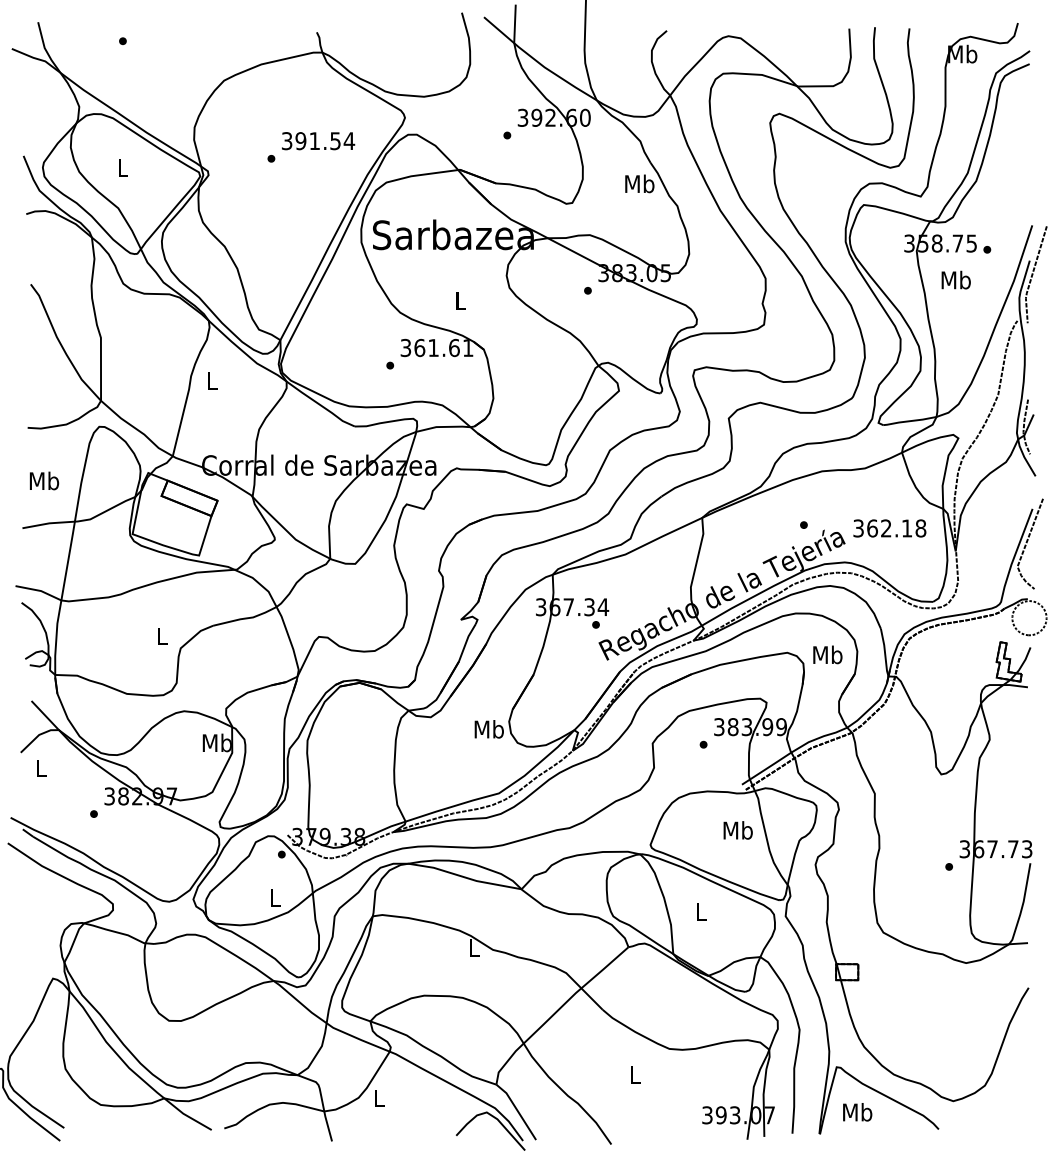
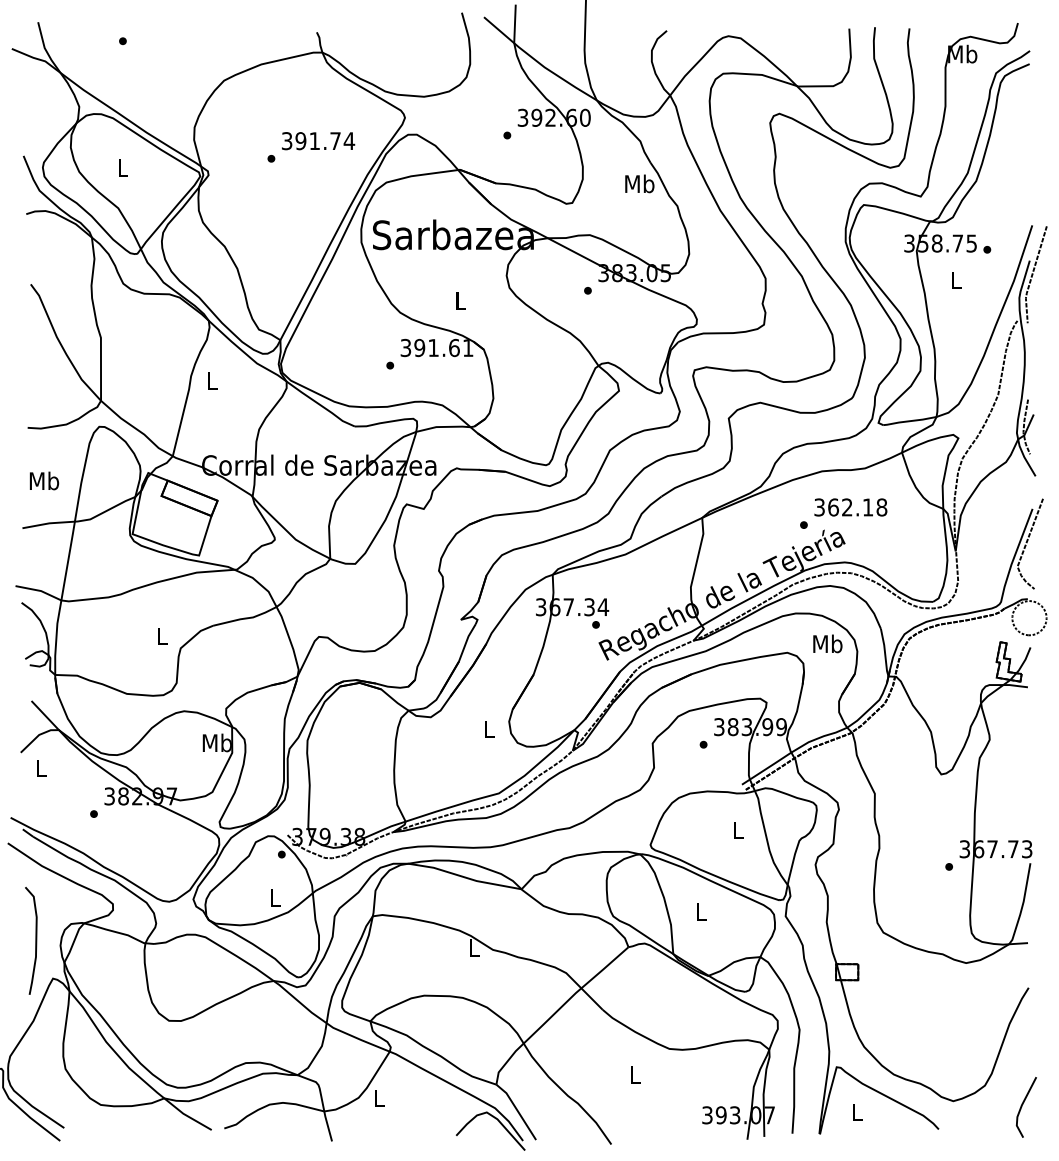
text at (335, 141): 391.54 -> 391.74
text at (955, 279): Mb -> L
text at (419, 347): 361.61 -> 391.61
text at (889, 528) position: (889, 528) -> (850, 507)
text at (827, 654) position: (827, 654) -> (827, 643)
text at (488, 729): Mb -> L
text at (737, 830): Mb -> L
curve at (35, 940): none -> present
line at (1022, 1106): none -> present
text at (857, 1112): Mb -> L
